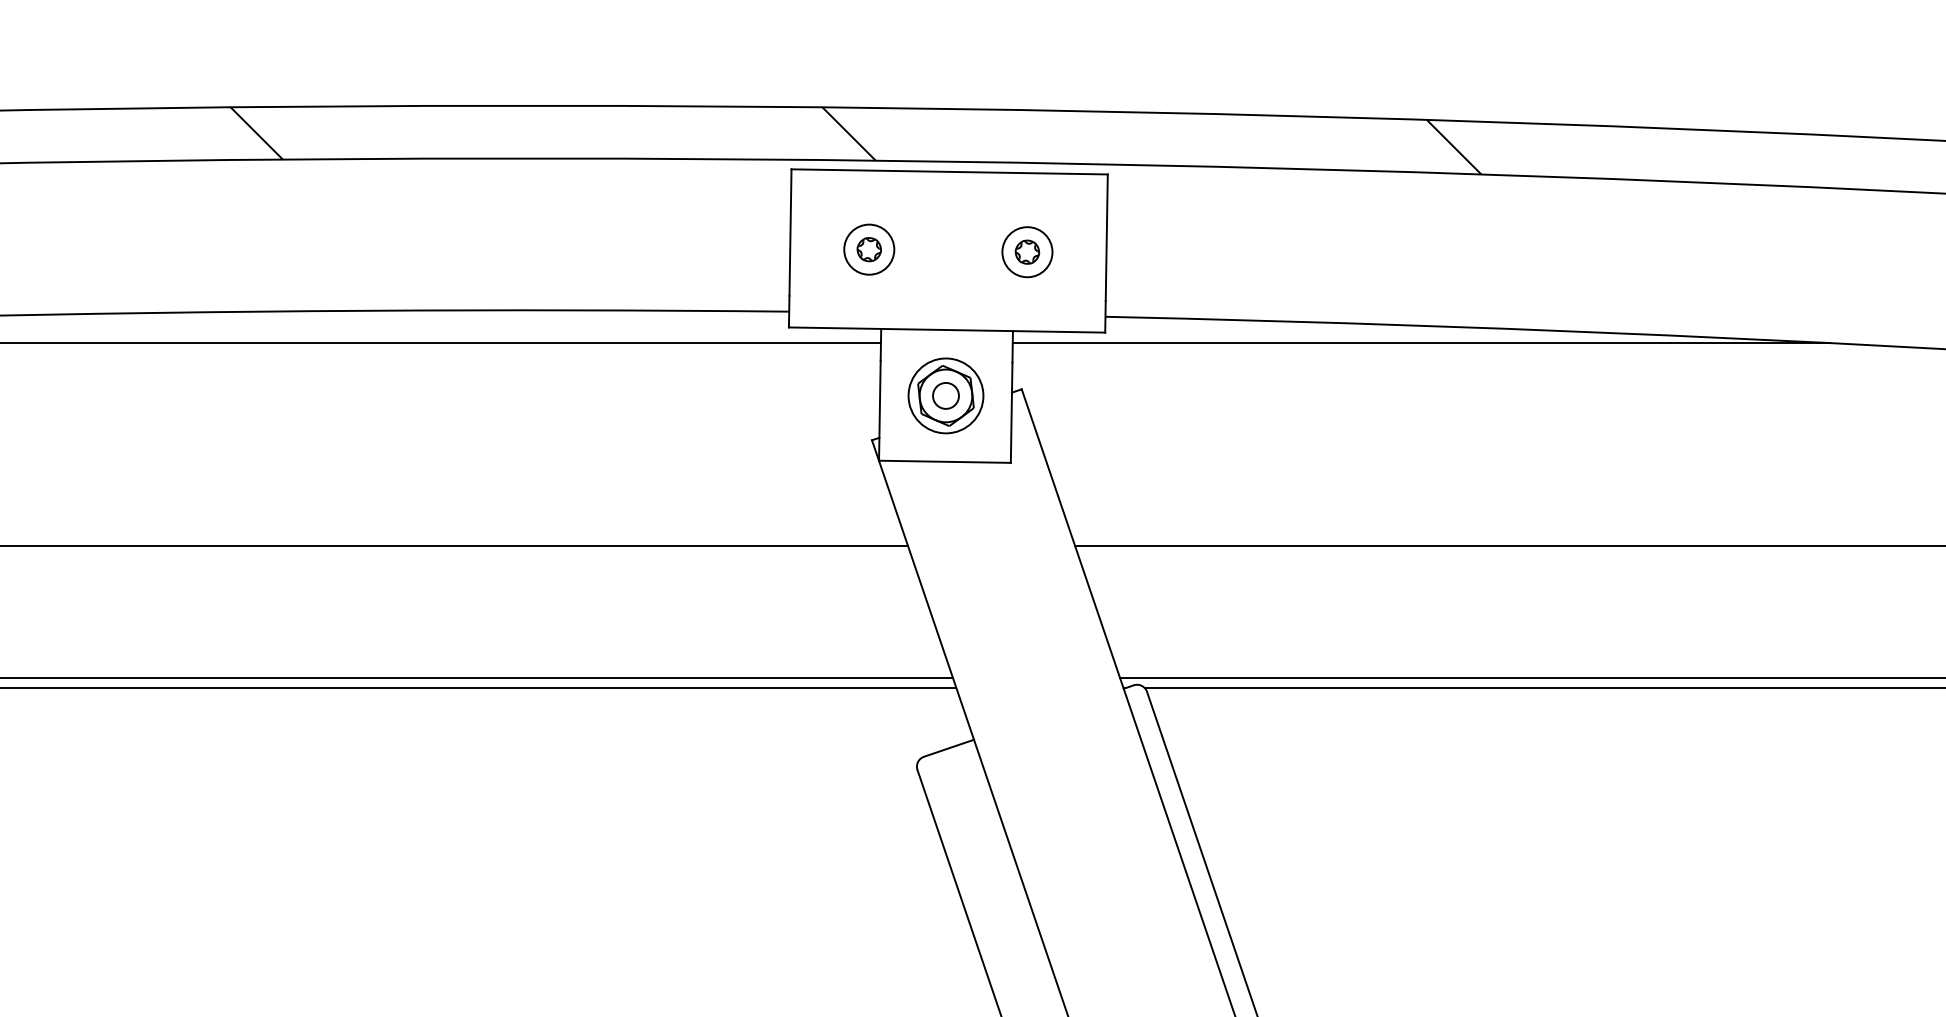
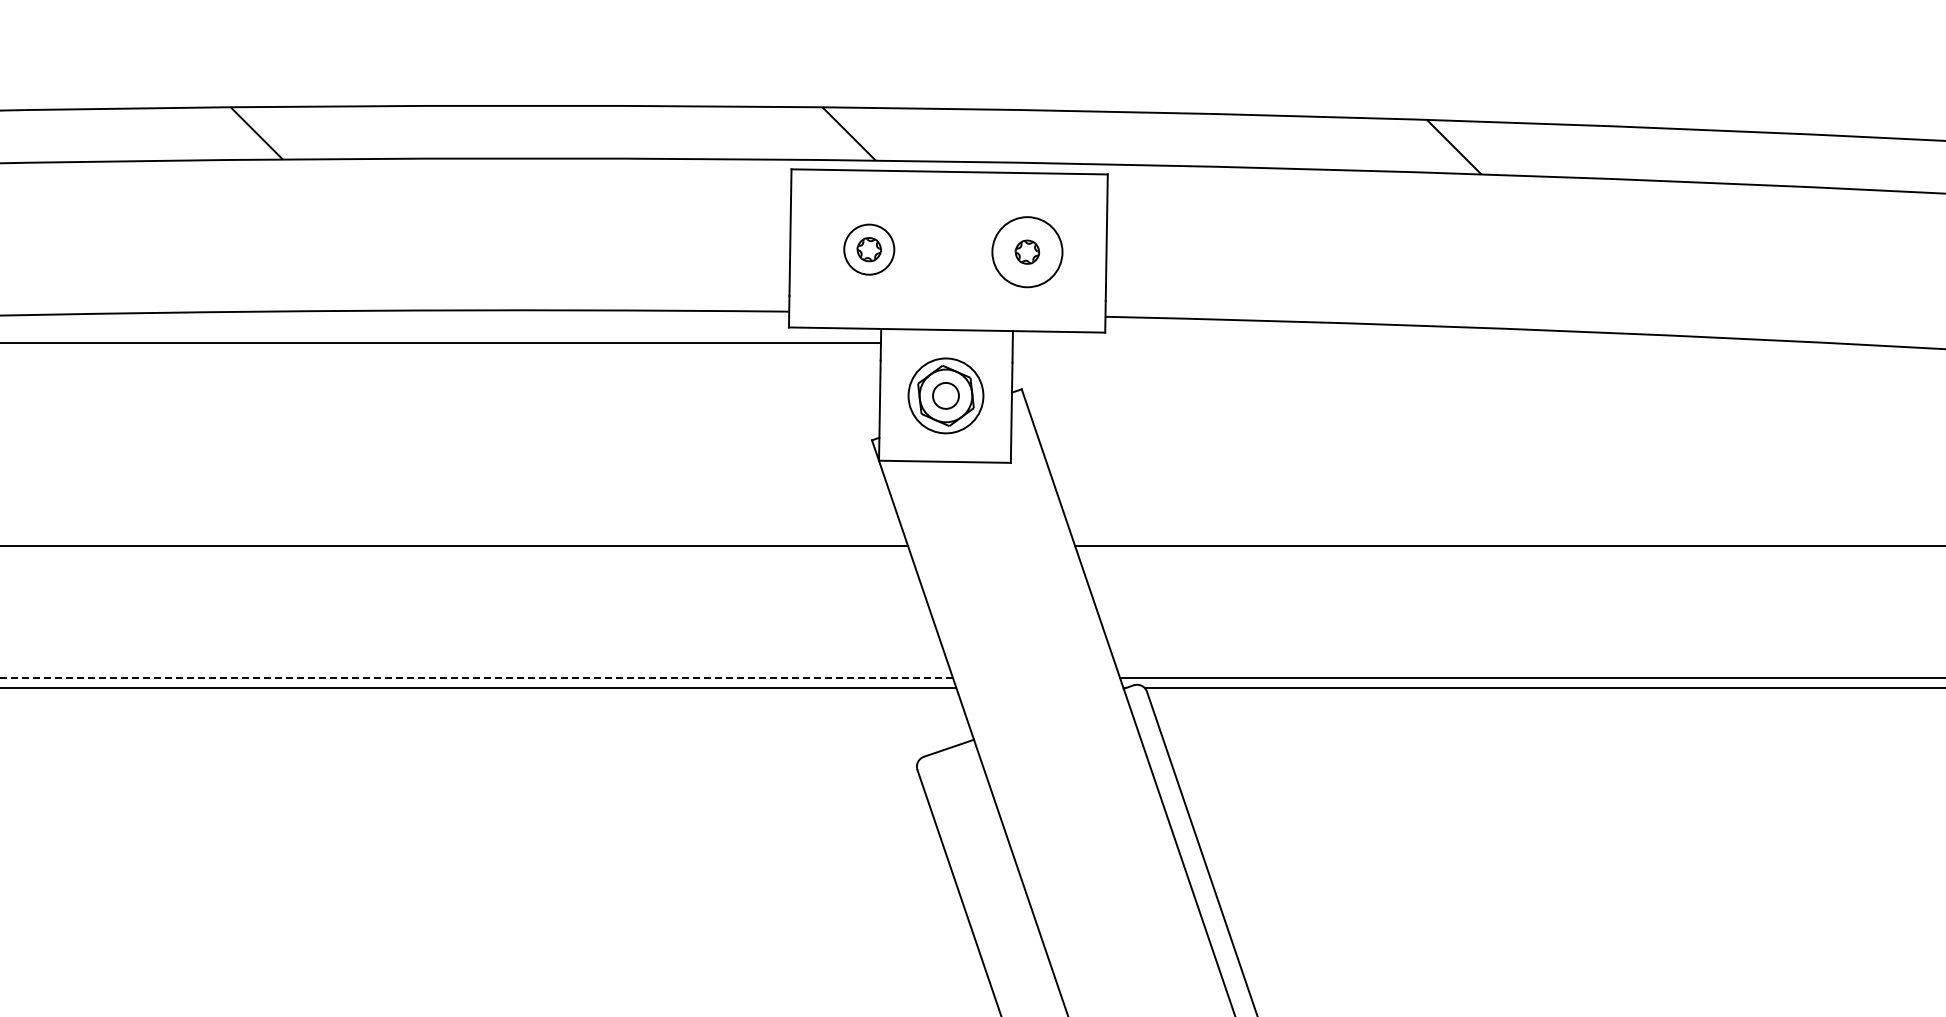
circle at (1027, 252) diameter: 50 px -> 70 px
line at (1421, 343): present -> none
line at (475, 677): solid -> dashed
